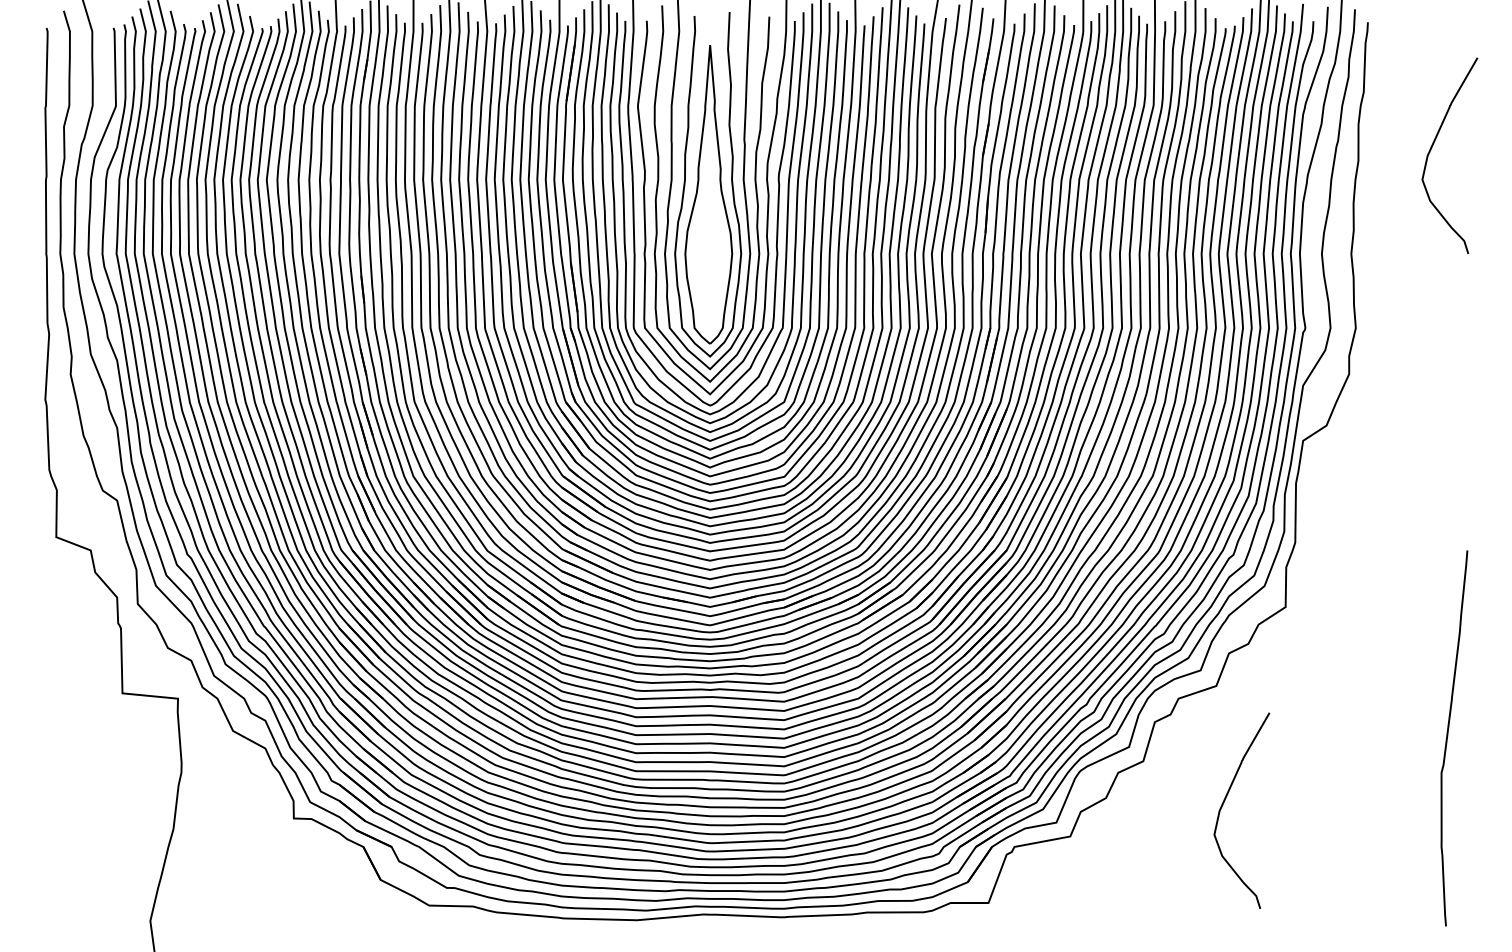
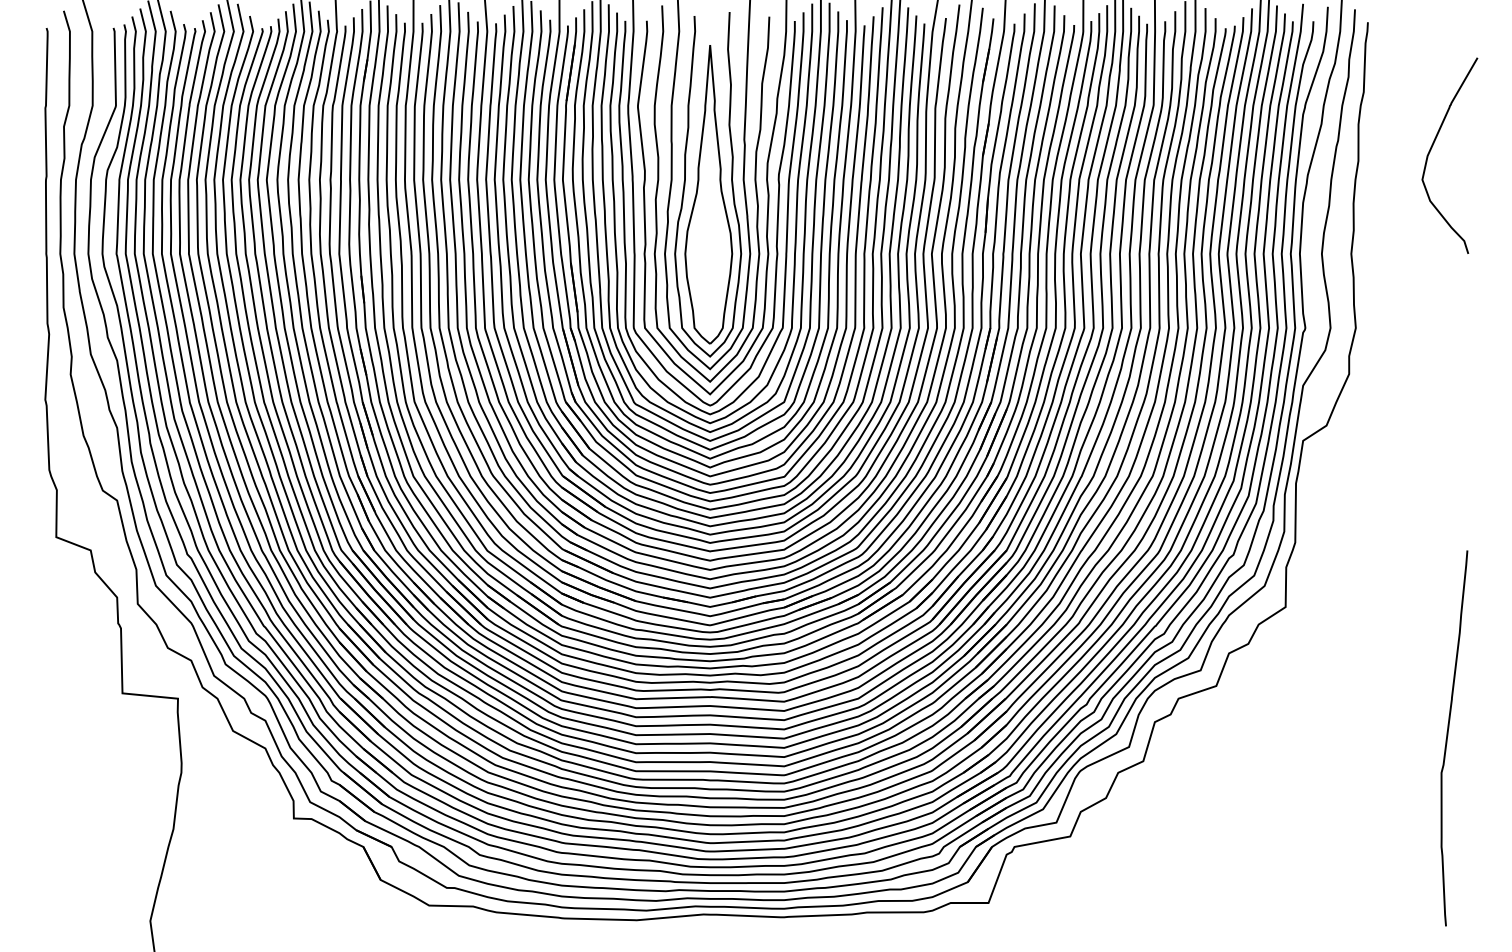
curve at (1223, 805): present -> none
